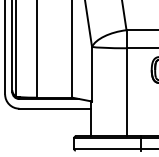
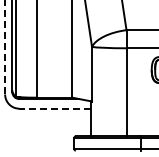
line at (5, 47): solid -> dashed
line at (55, 108): solid -> dashed
